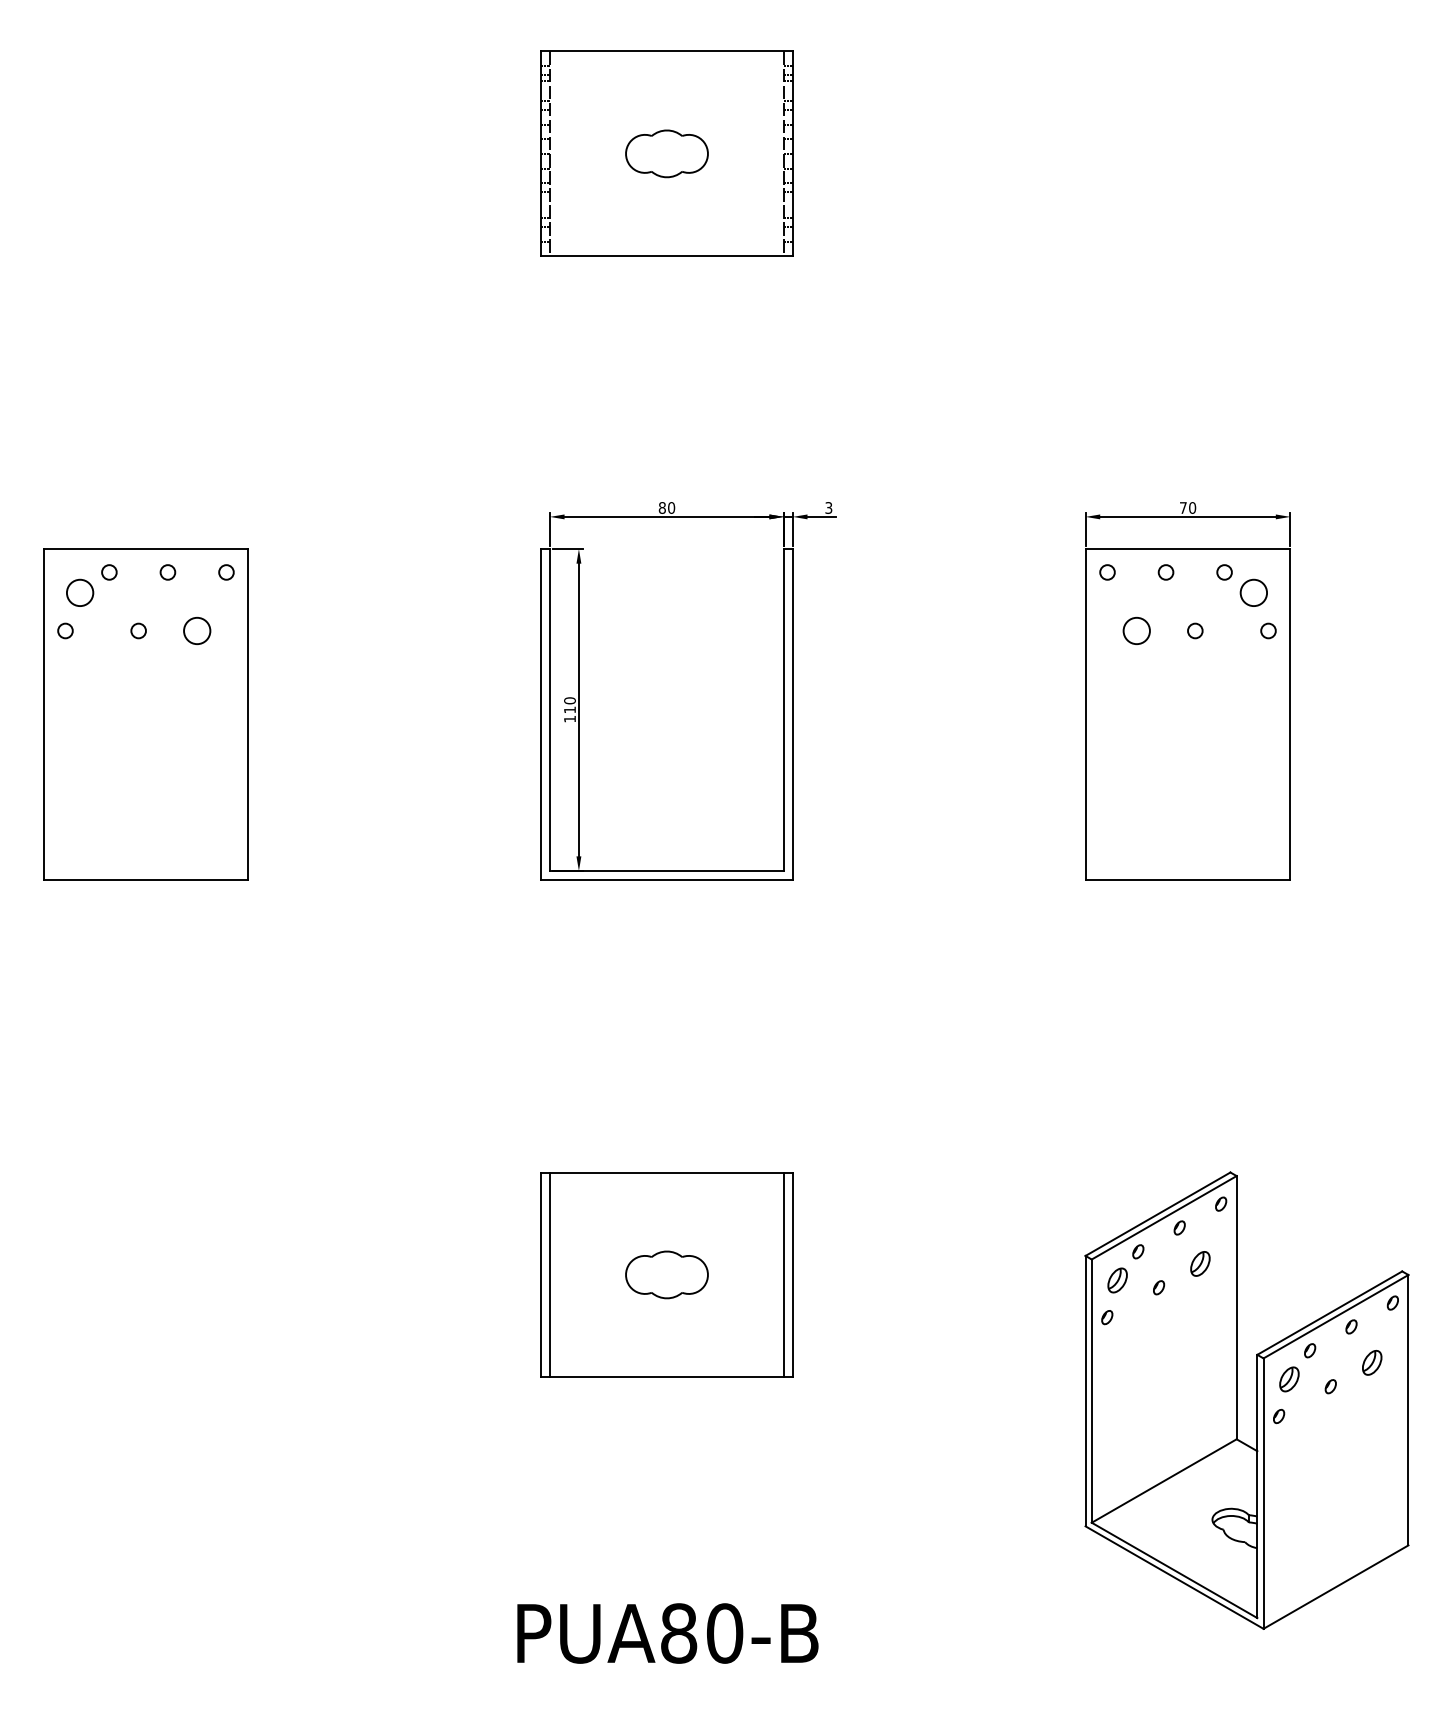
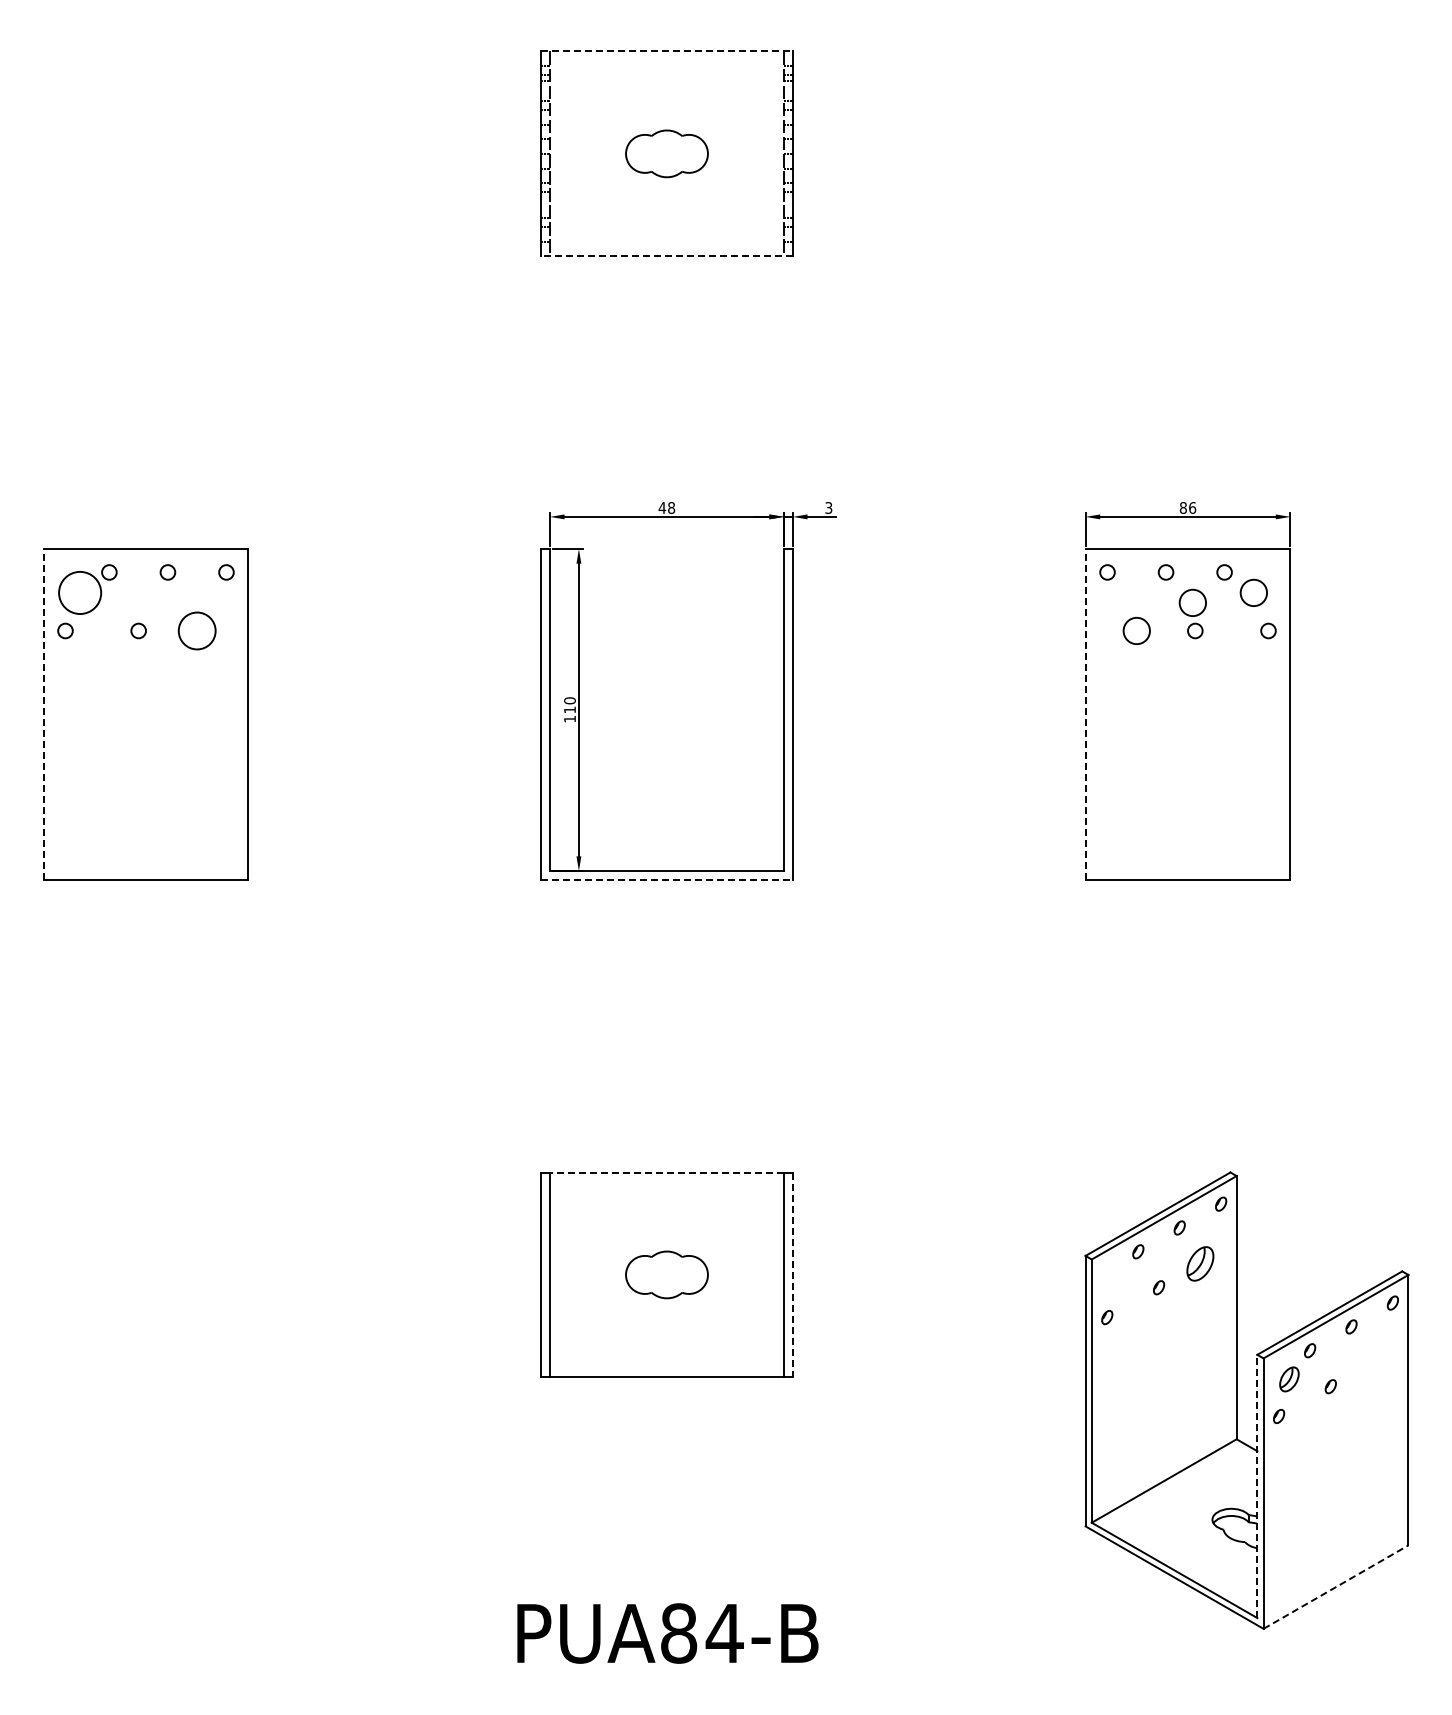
line at (667, 51): solid -> dashed
line at (667, 256): solid -> dashed
text at (666, 507): 80 -> 48
text at (1187, 507): 70 -> 86
circle at (79, 592) diameter: 26 px -> 42 px
circle at (1192, 602): none -> present
circle at (197, 630) diameter: 26 px -> 37 px
line at (43, 713): solid -> dashed
line at (1085, 713): solid -> dashed
line at (667, 879): solid -> dashed
line at (666, 1172): solid -> dashed
part at (1200, 1263) size: 21x26 px -> 29x36 px
line at (792, 1275): solid -> dashed
part at (1117, 1280): present -> none
part at (1372, 1362): present -> none
line at (1257, 1486): solid -> dashed
line at (1336, 1587): solid -> dashed
text at (724, 1633): PUA80-B -> PUA84-B
